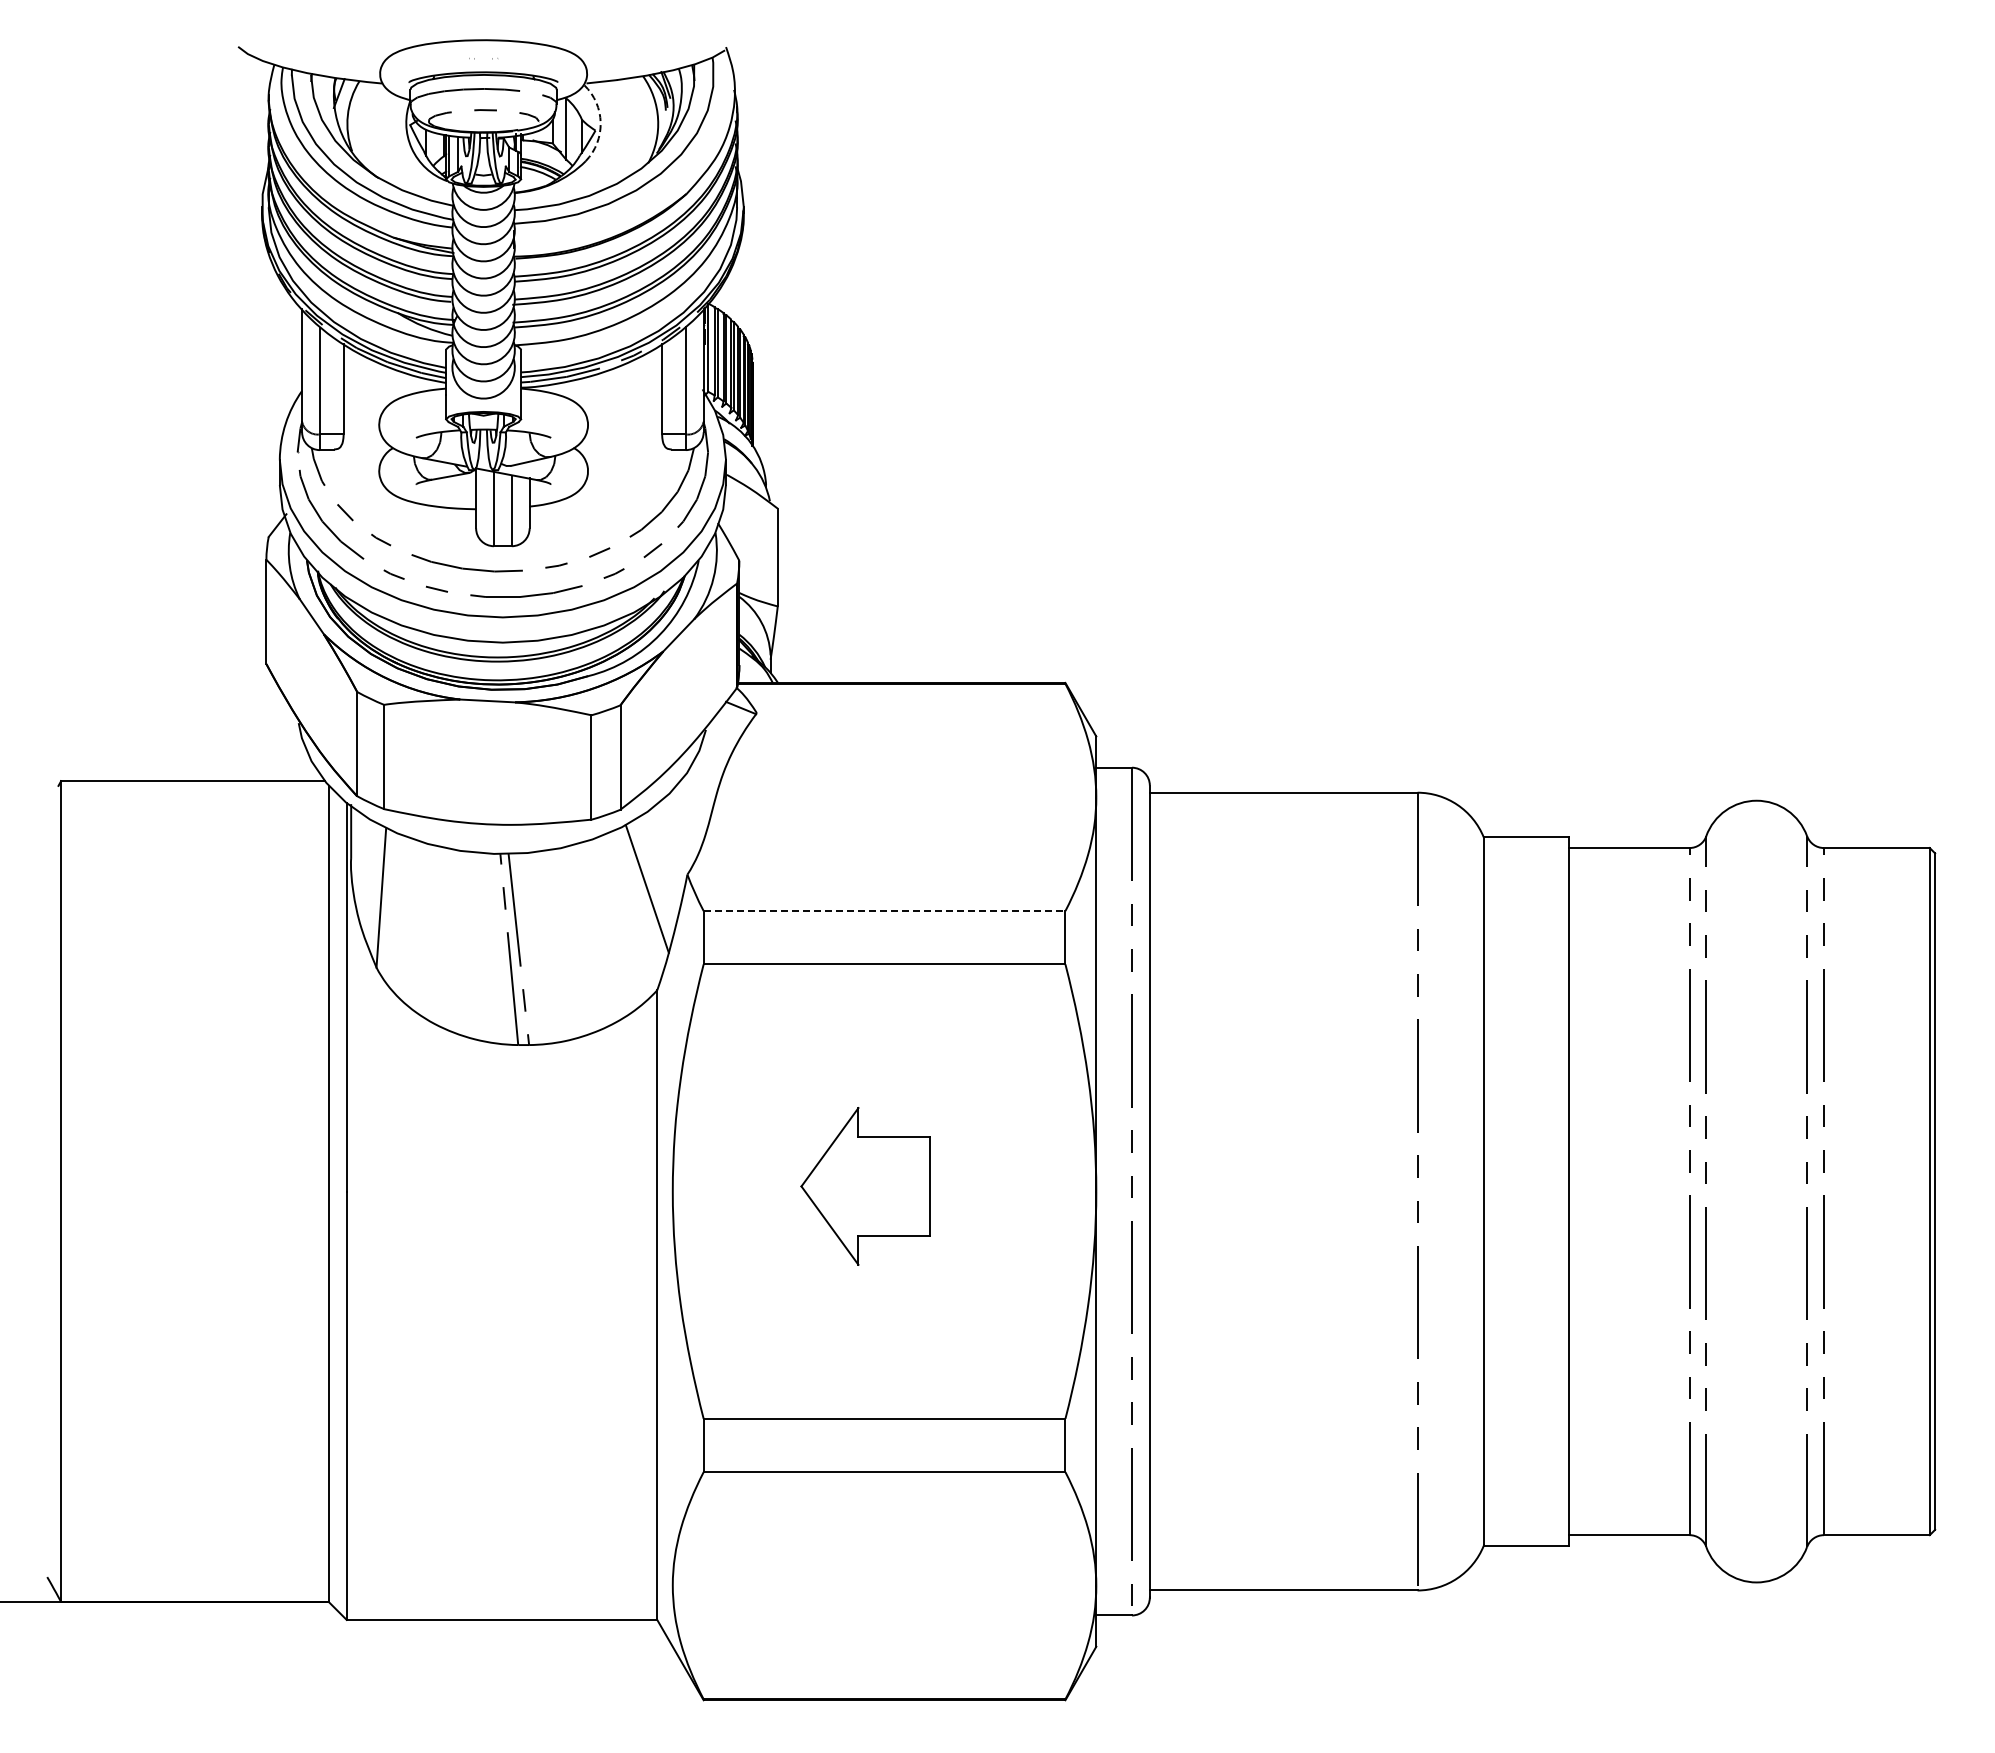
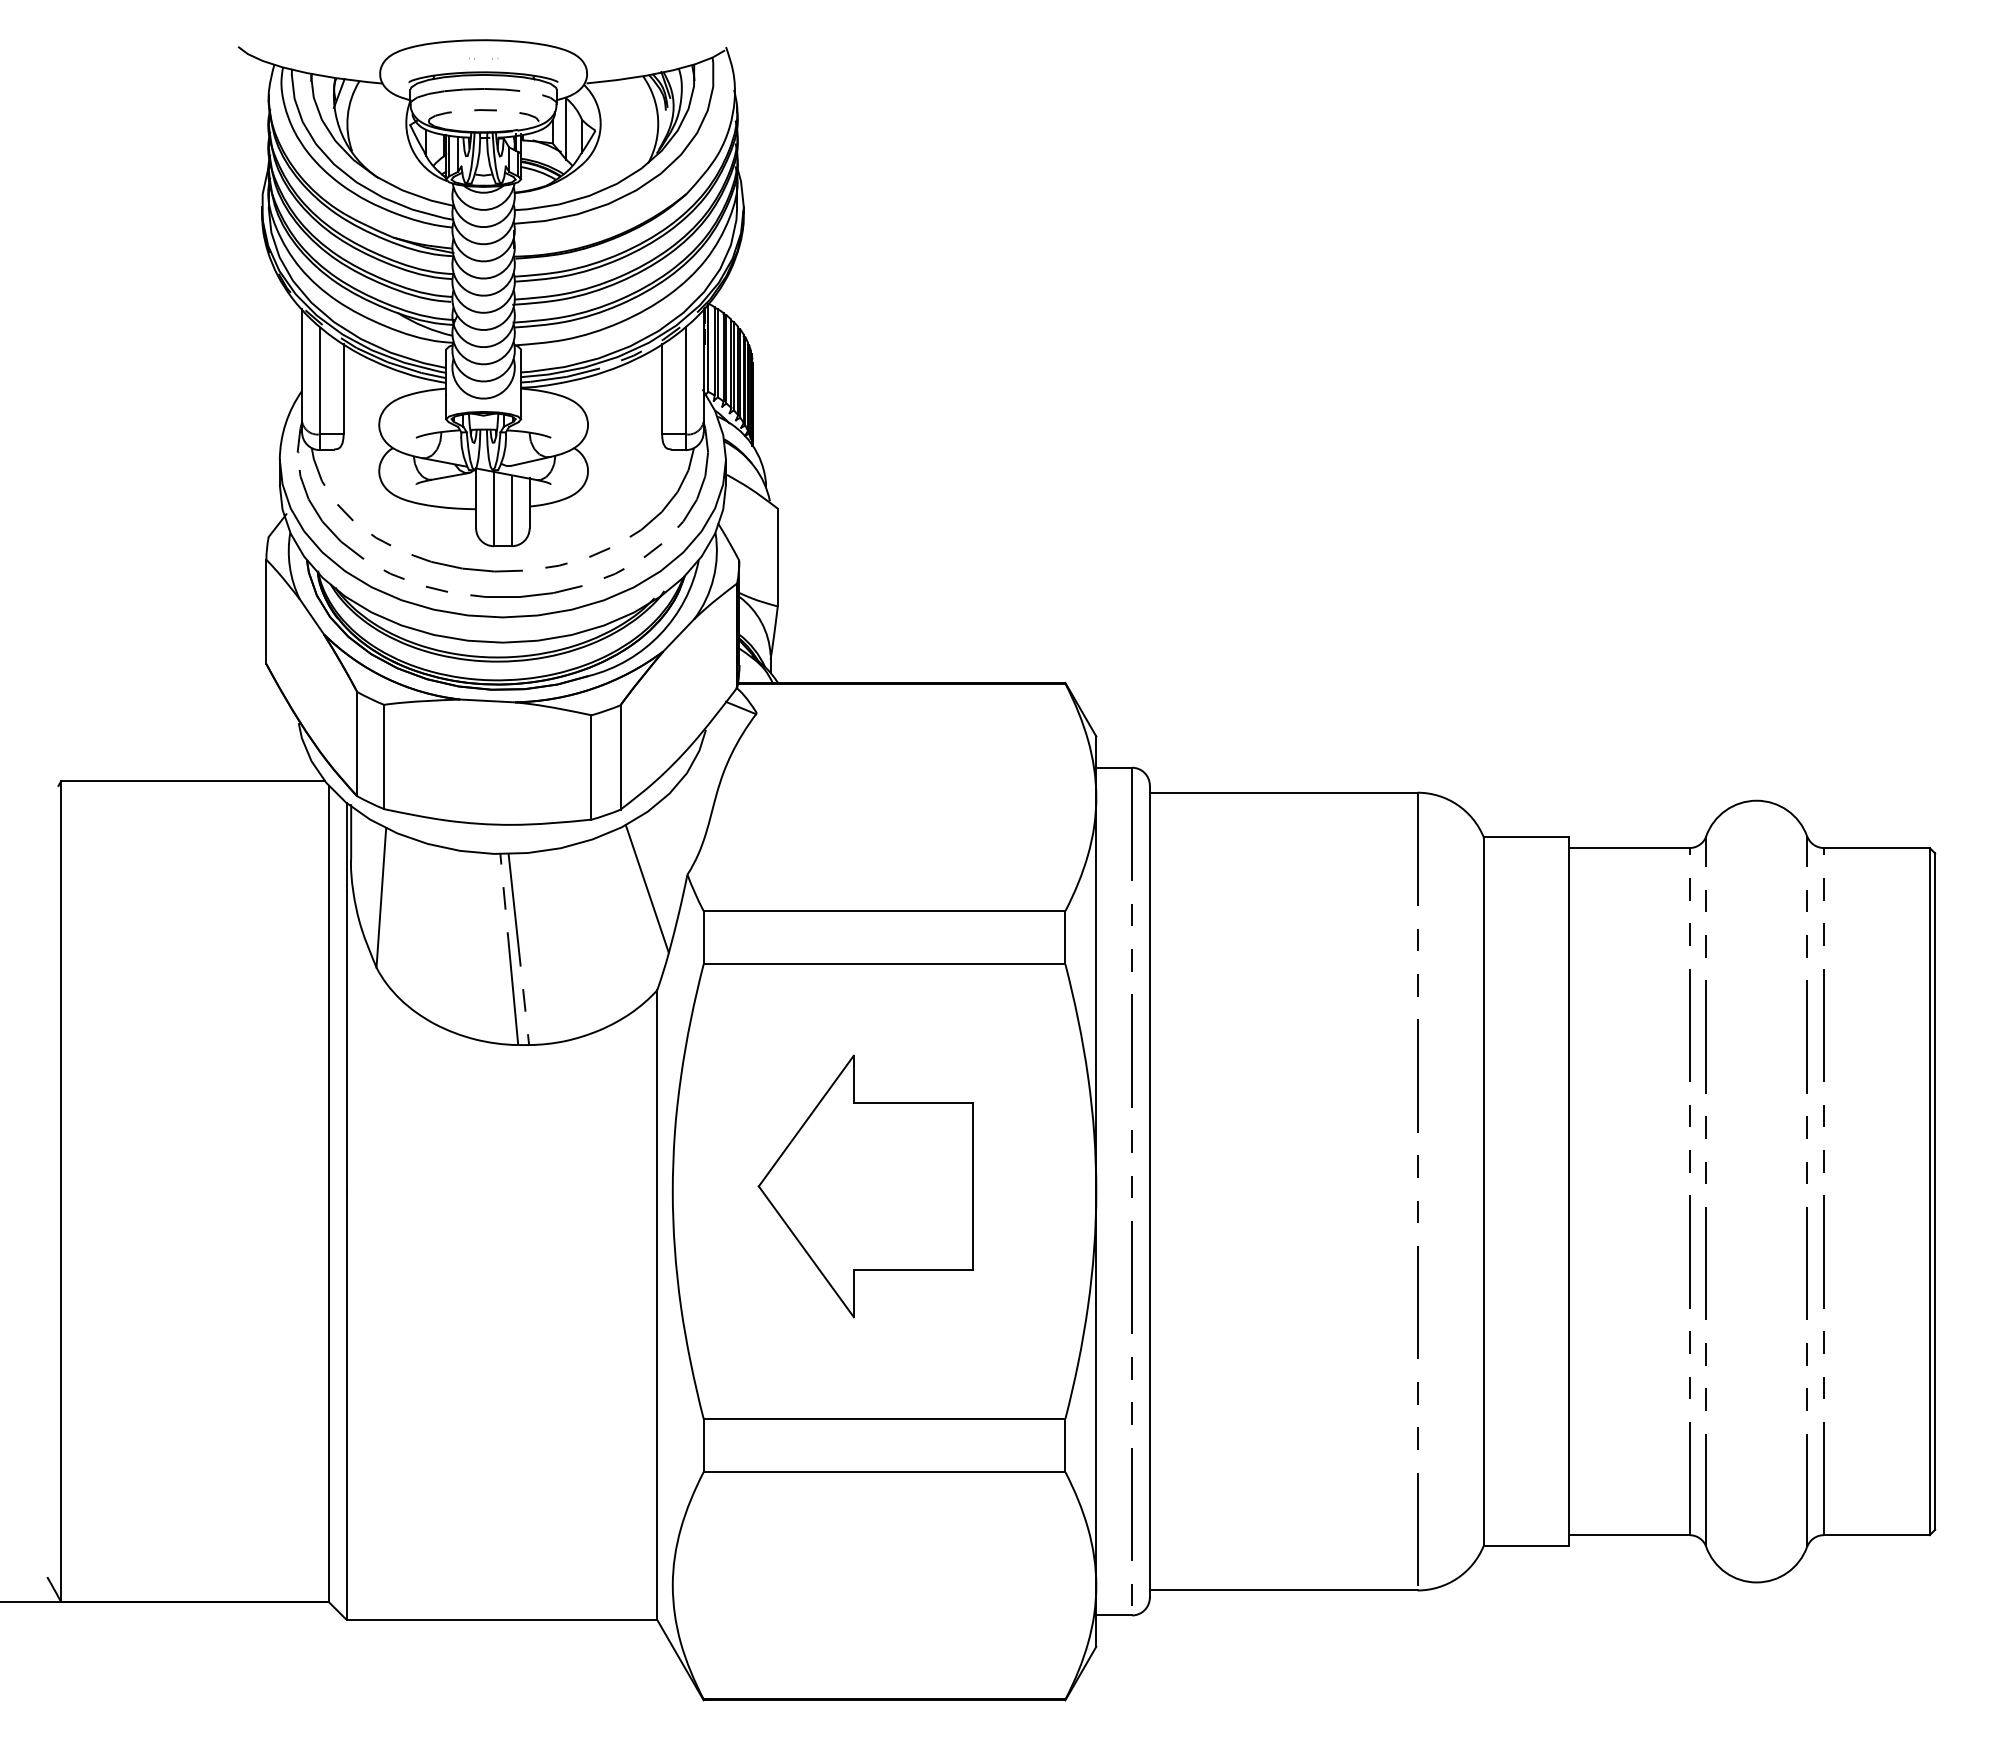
arc at (600, 122): dashed -> solid
line at (884, 911): dashed -> solid
part at (865, 1186) size: 131x159 px -> 217x265 px
